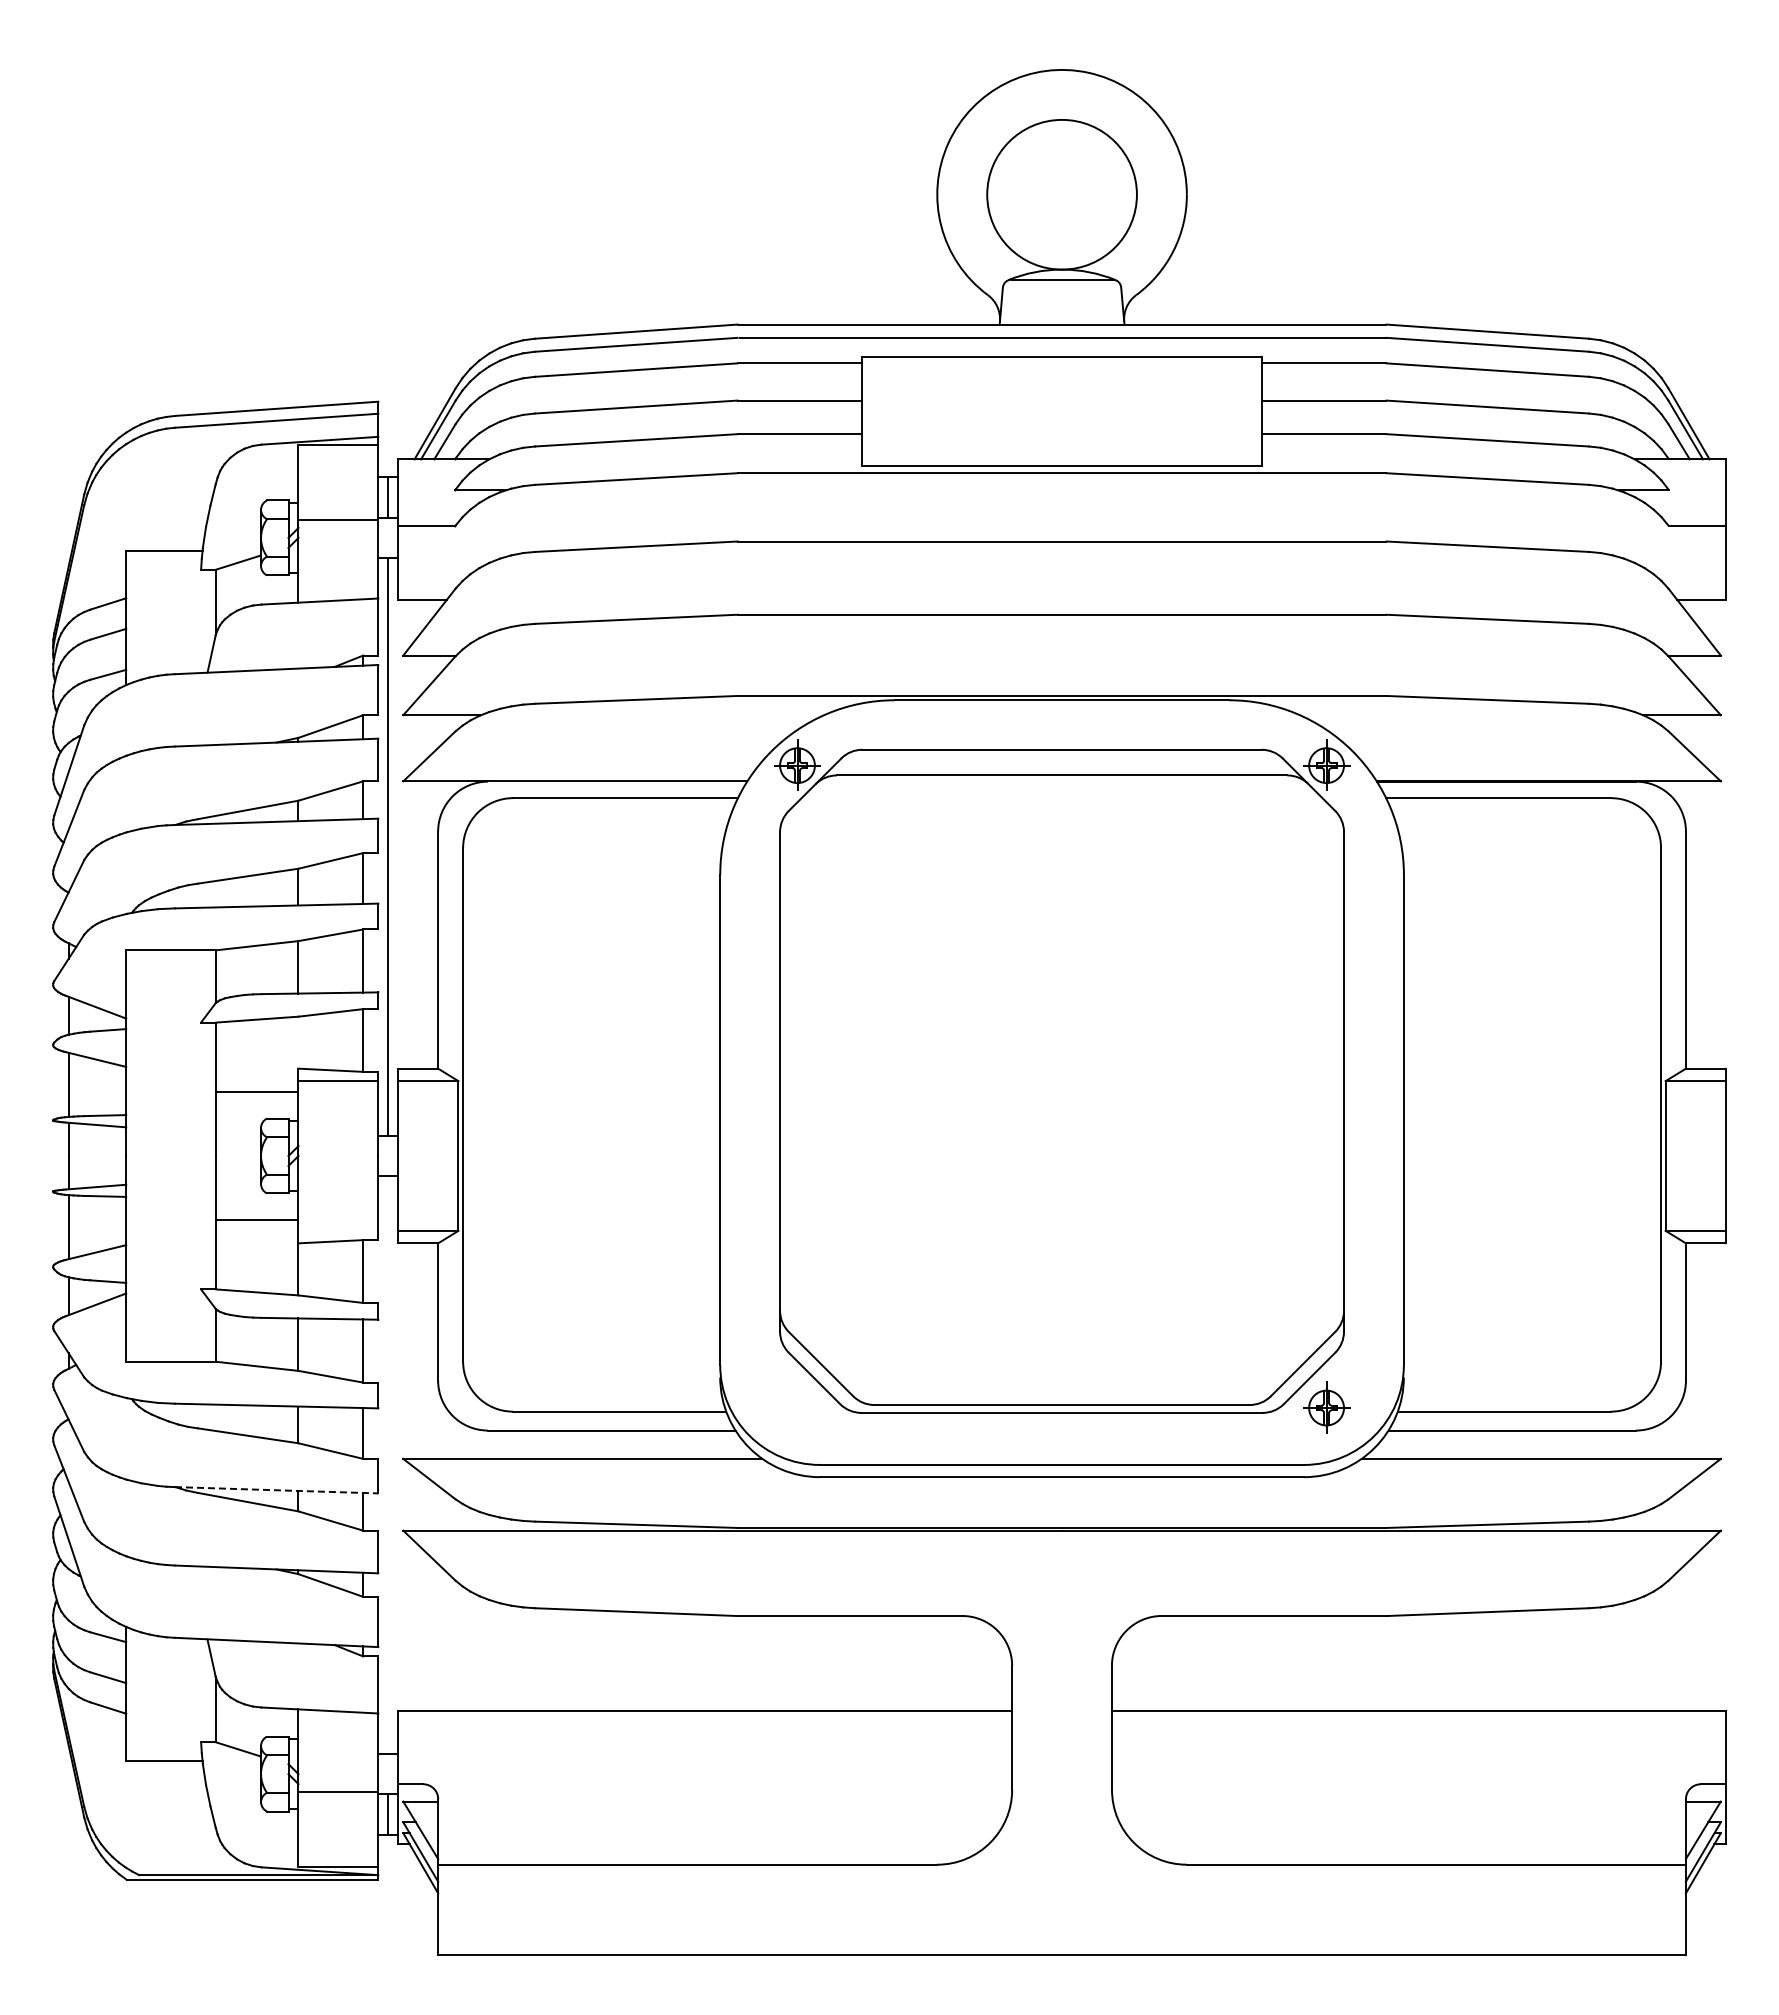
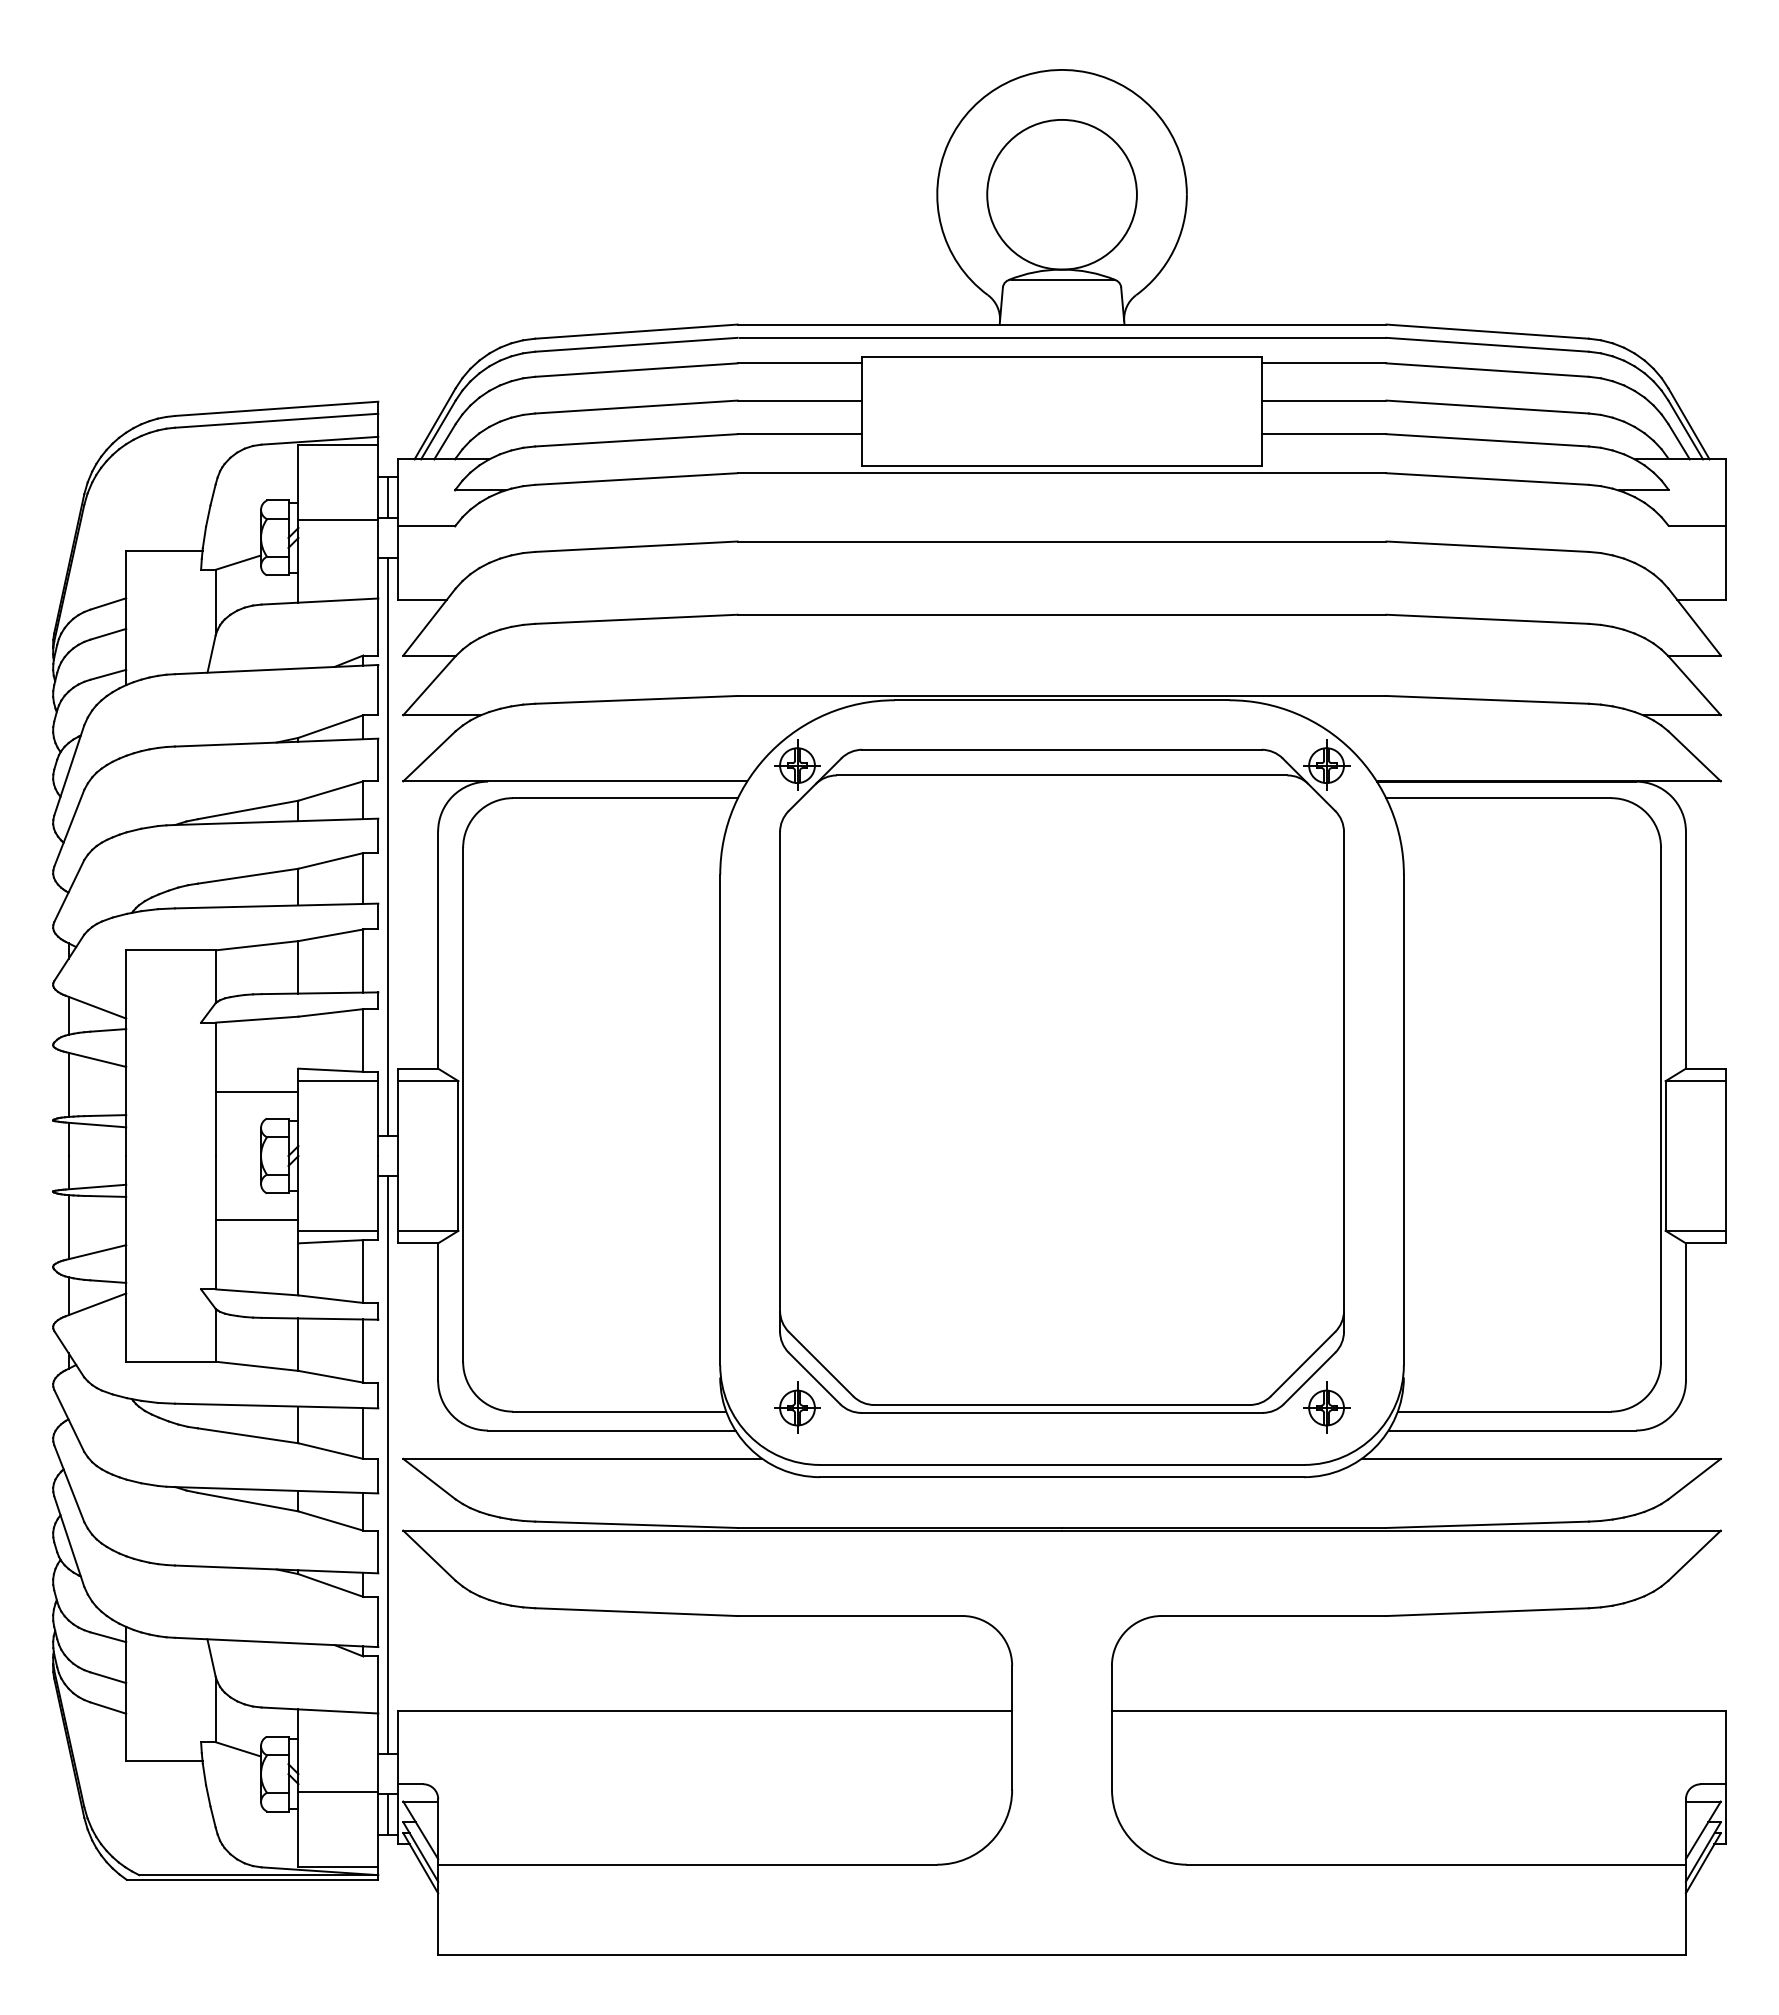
line at (338, 1230): none -> present
part at (797, 1407): none -> present
line at (388, 1465): none -> present
line at (276, 1490): dashed -> solid
